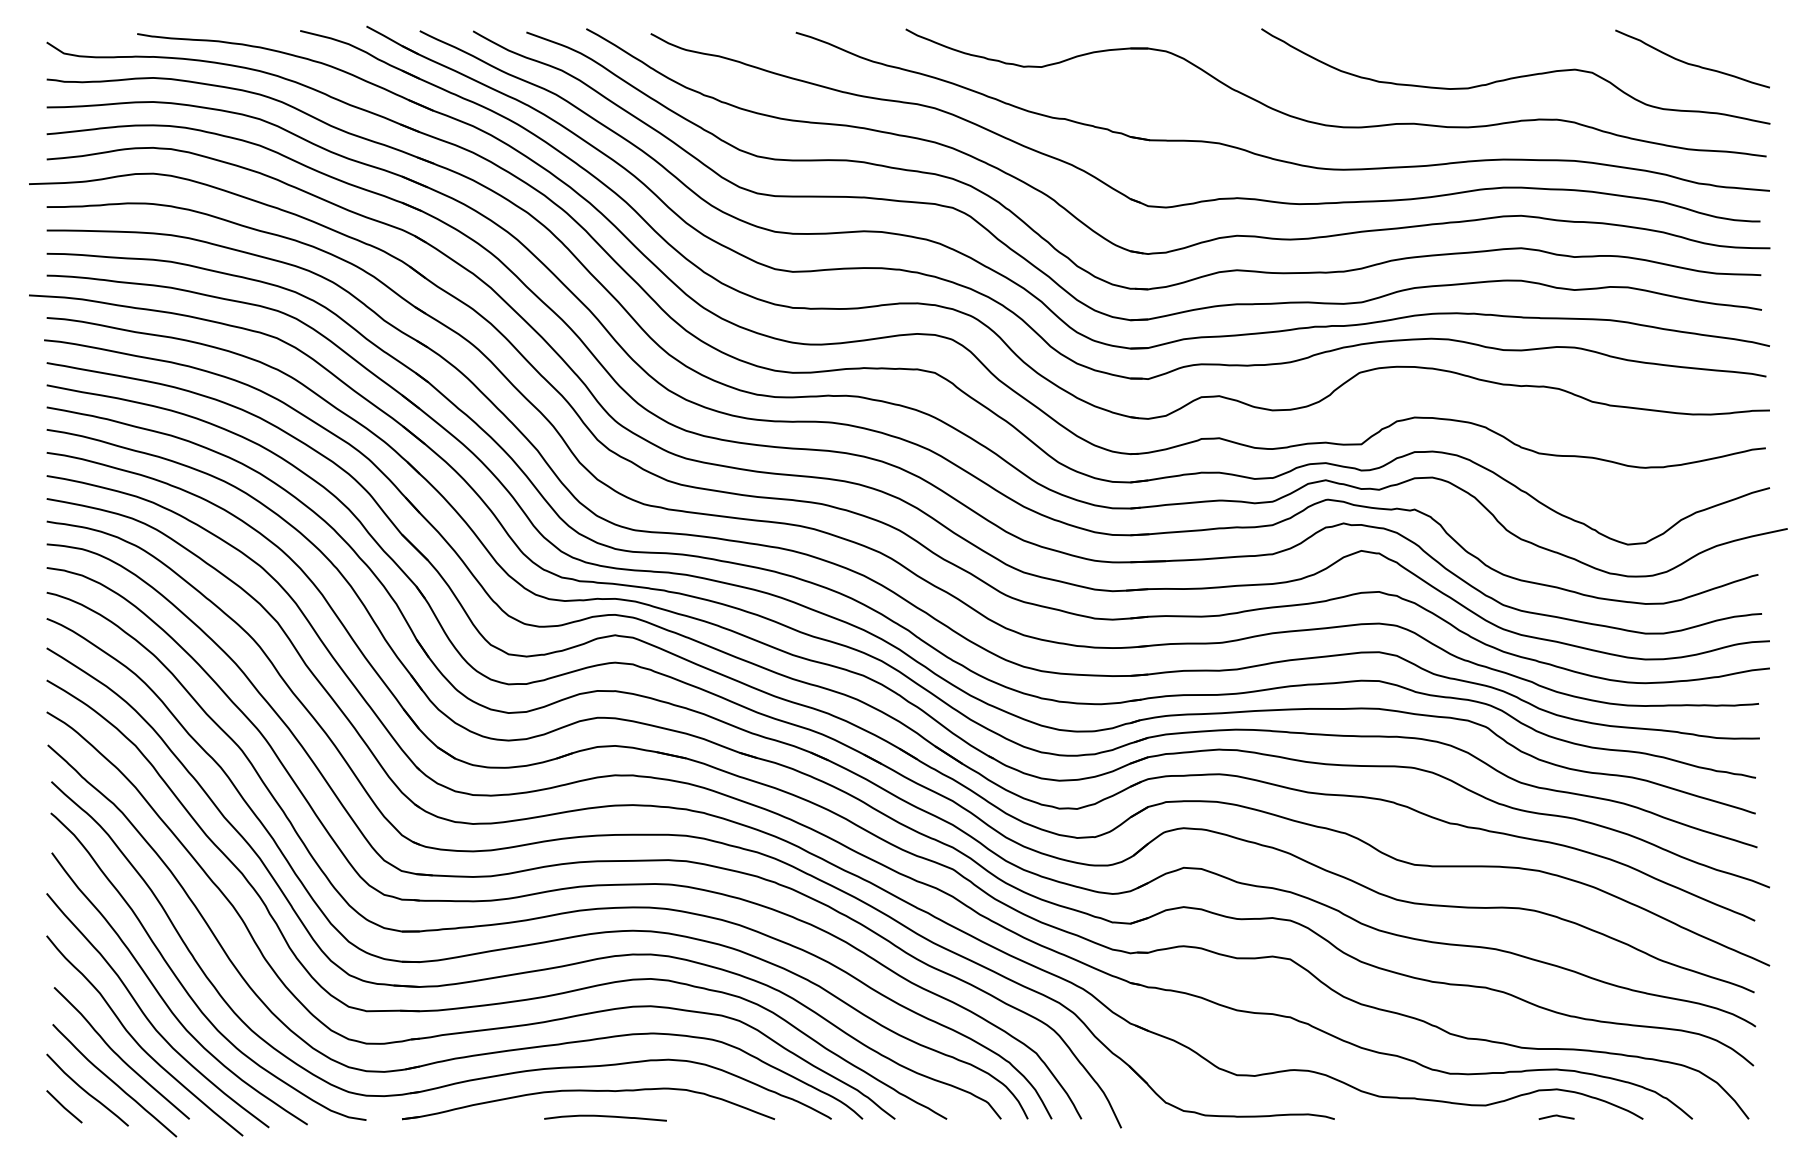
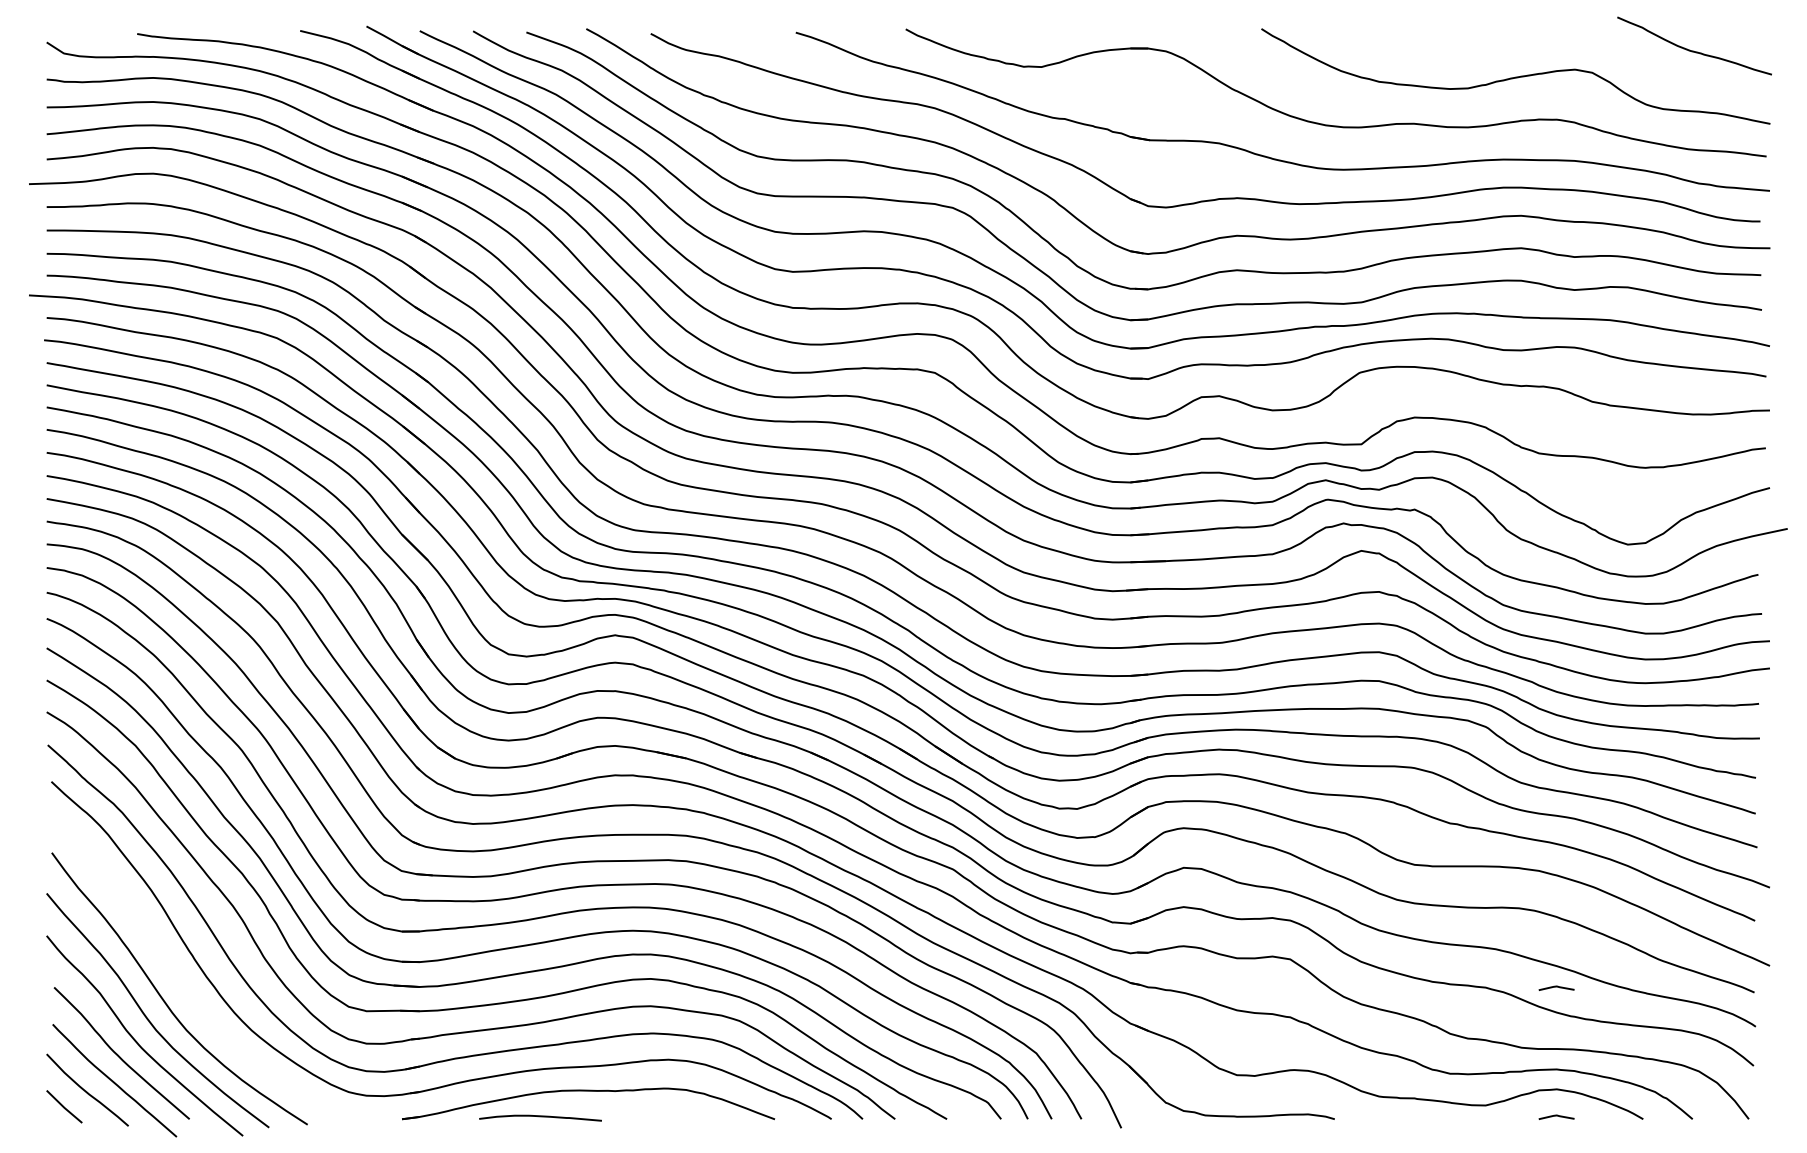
curve at (1691, 63) position: (1691, 63) -> (1693, 50)
curve at (184, 986): present -> none
line at (1556, 987): none -> present
curve at (605, 1117) position: (605, 1117) -> (540, 1117)
